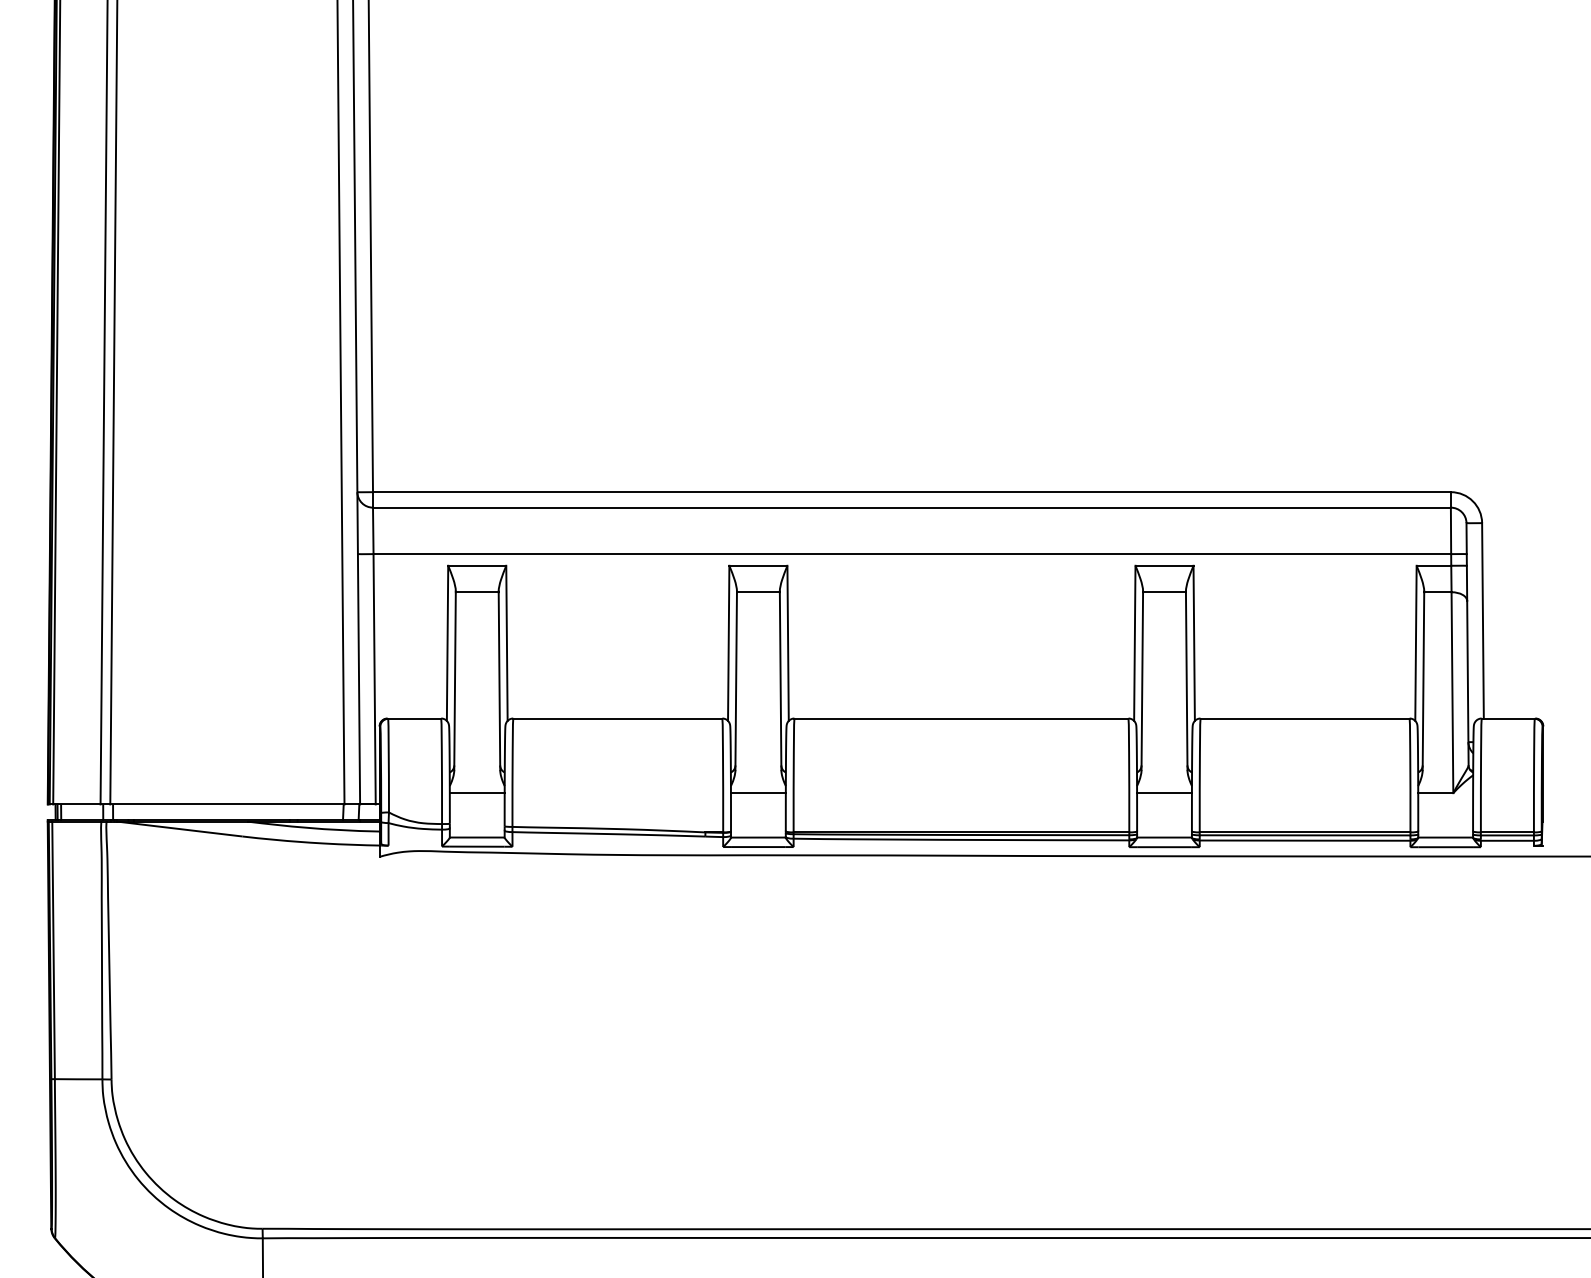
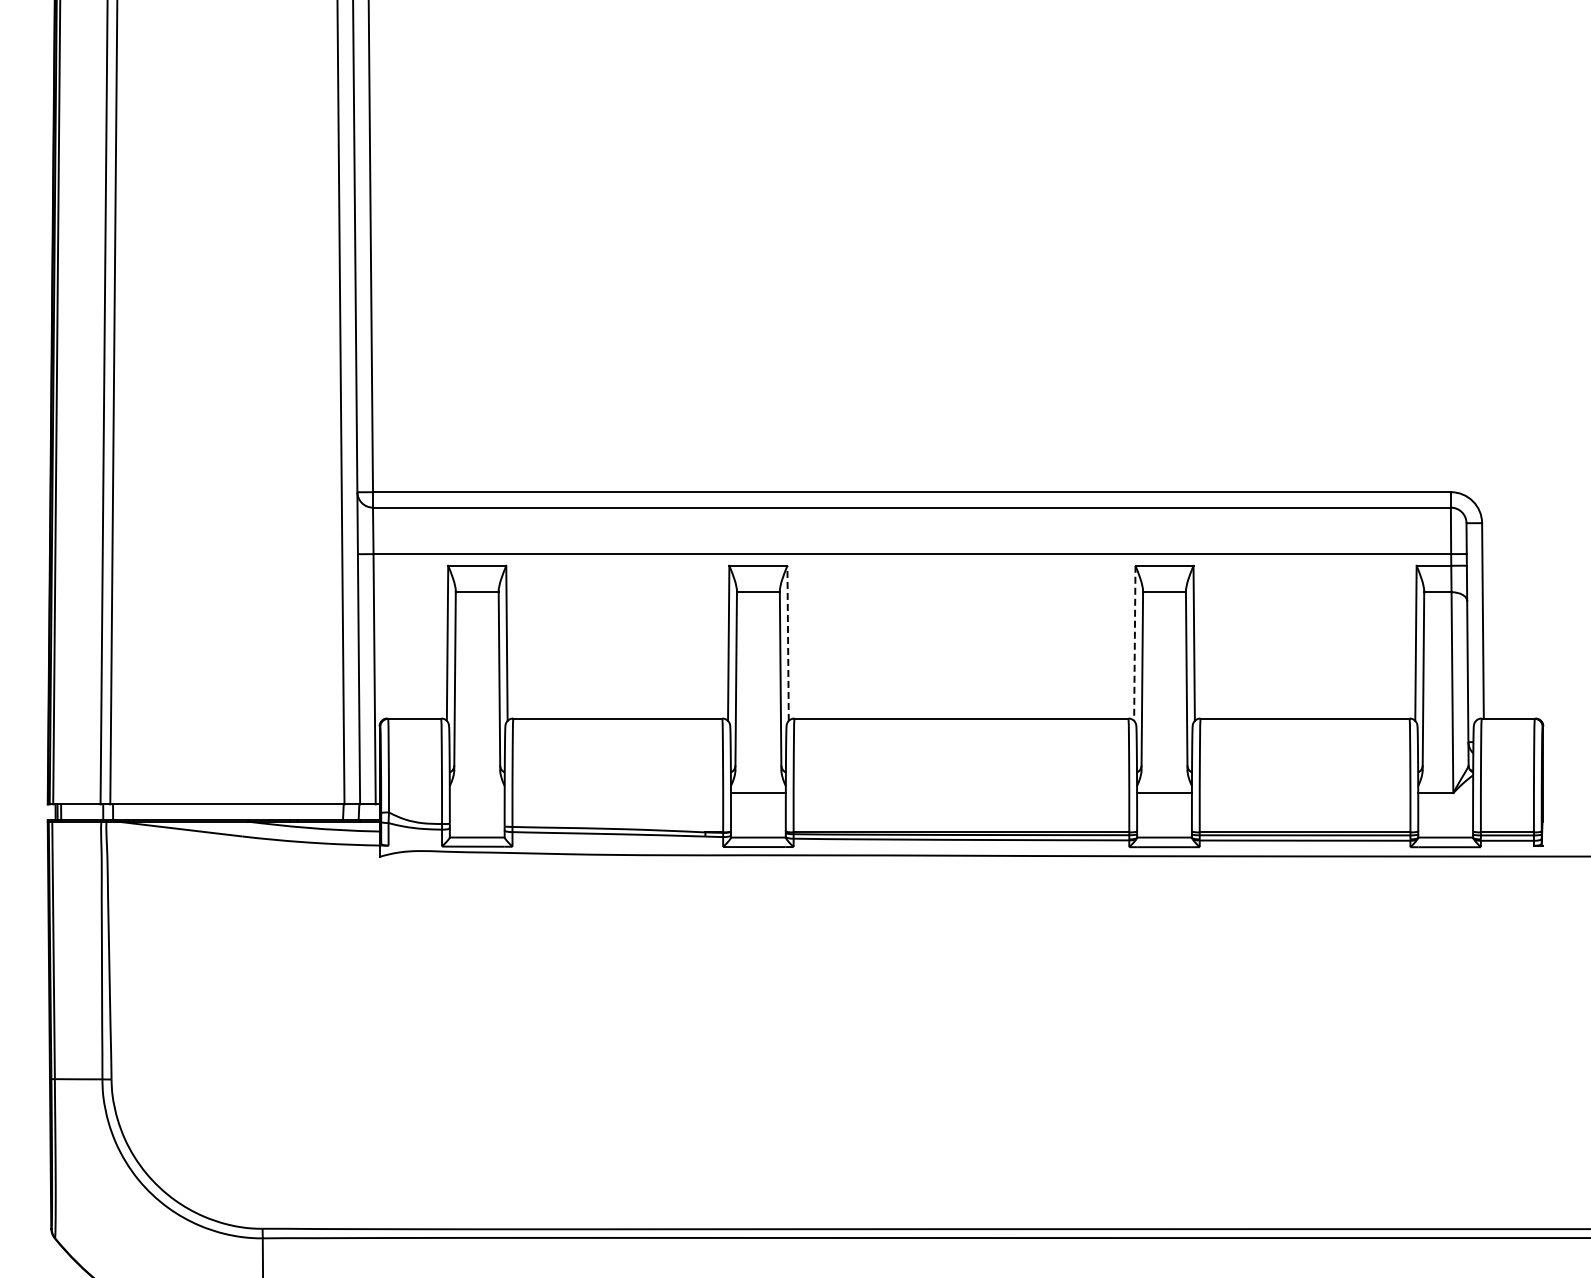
line at (788, 643): solid -> dashed
line at (1134, 643): solid -> dashed
line at (476, 793): present -> none
